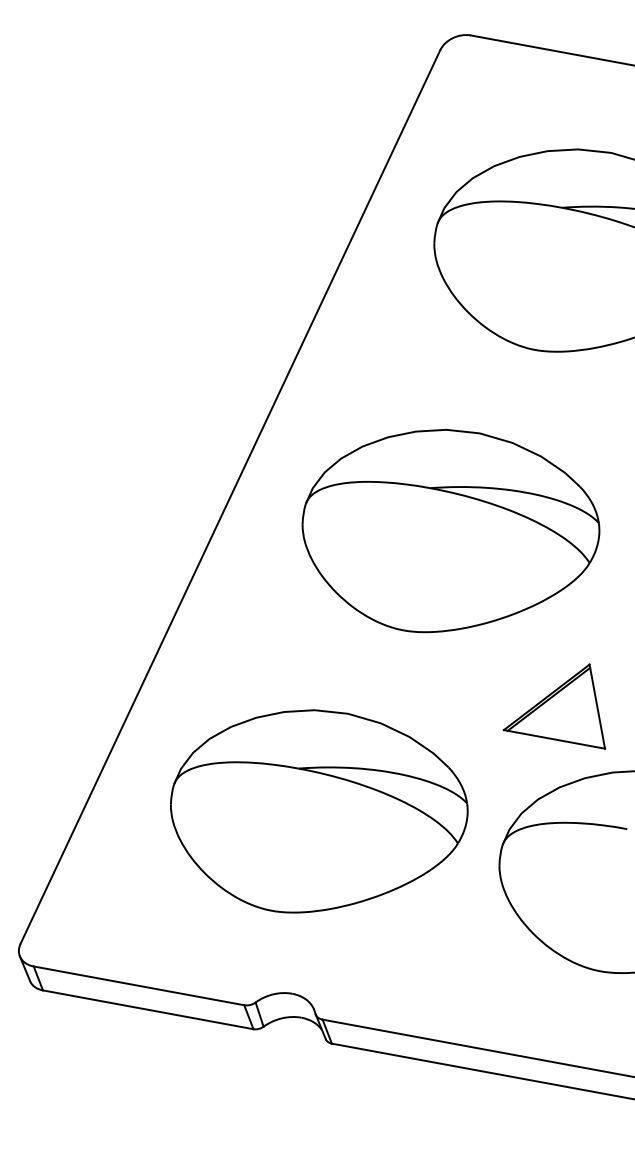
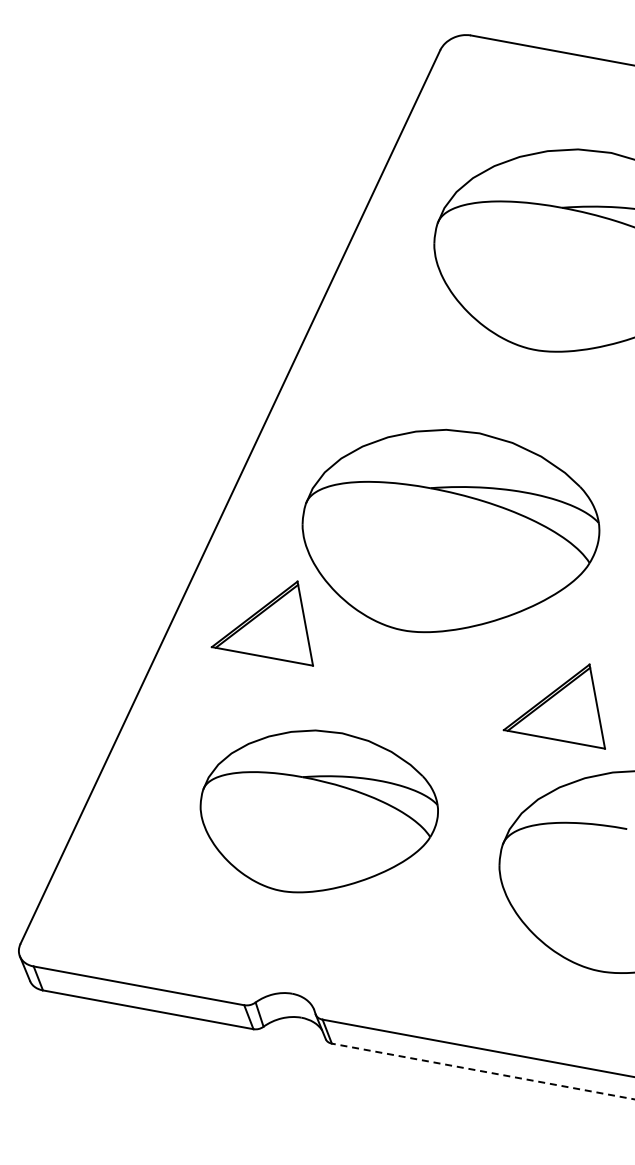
part at (261, 623): none -> present
part at (319, 811) size: 299x205 px -> 240x165 px
line at (483, 1071): solid -> dashed
